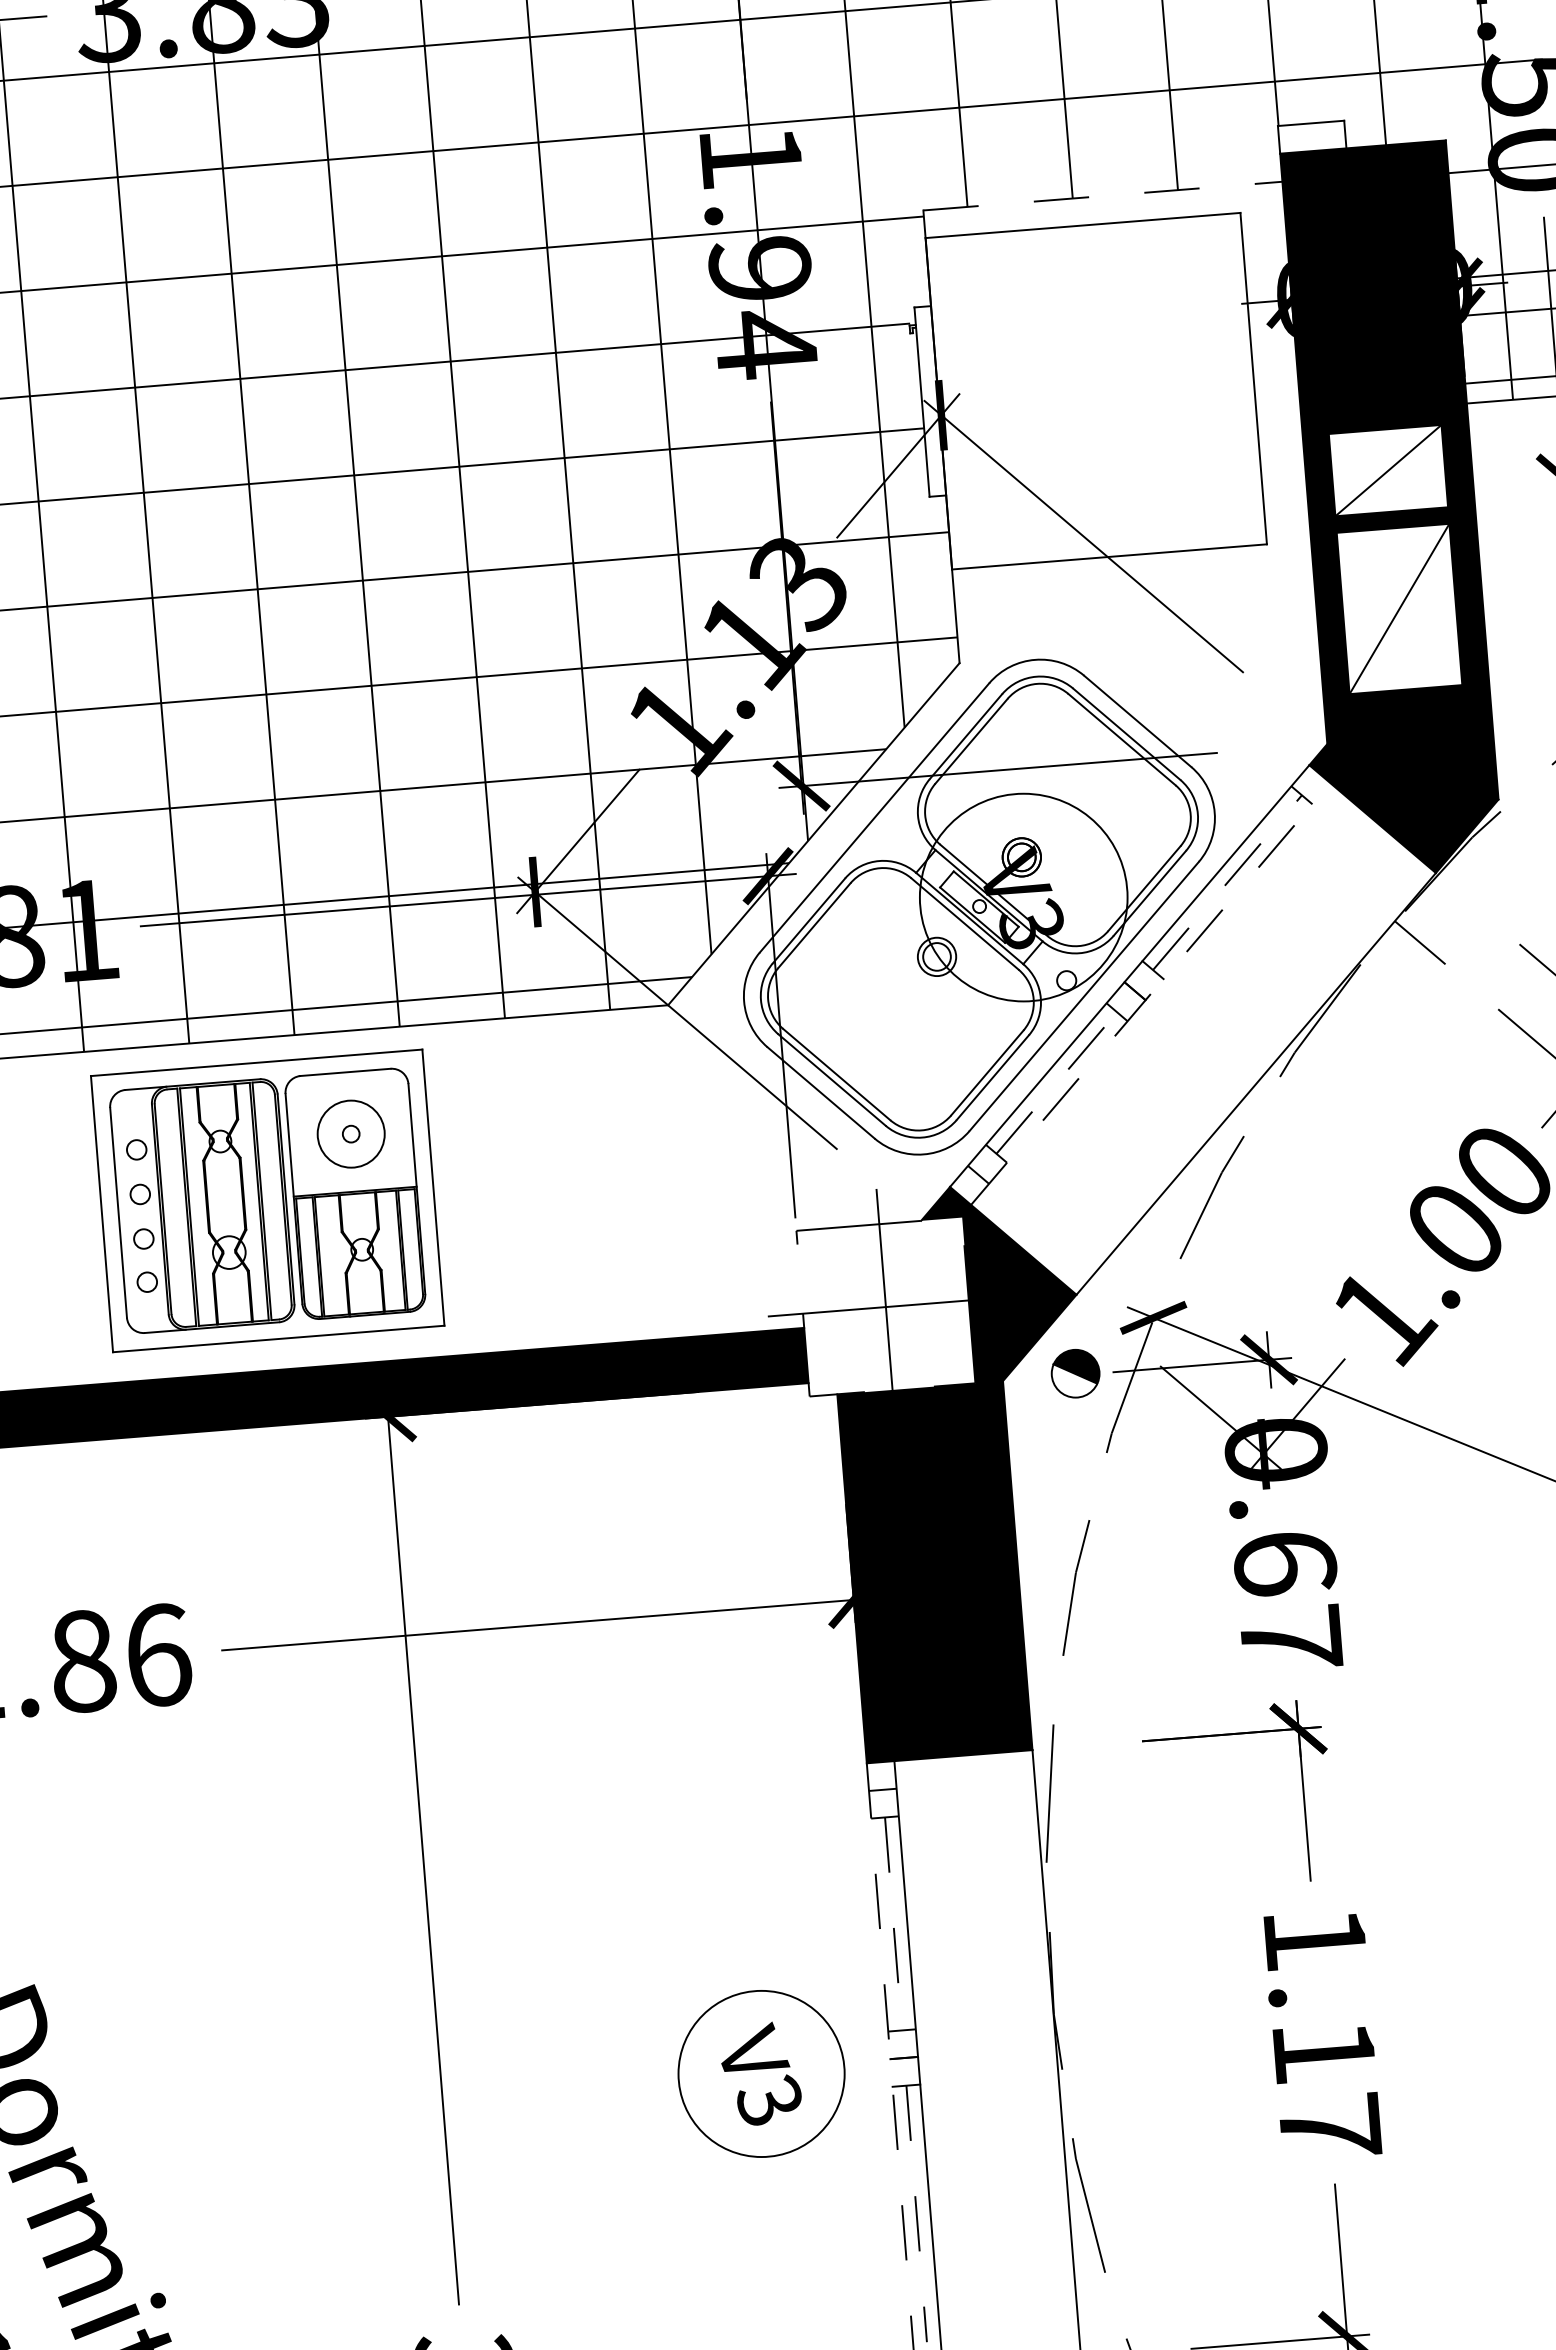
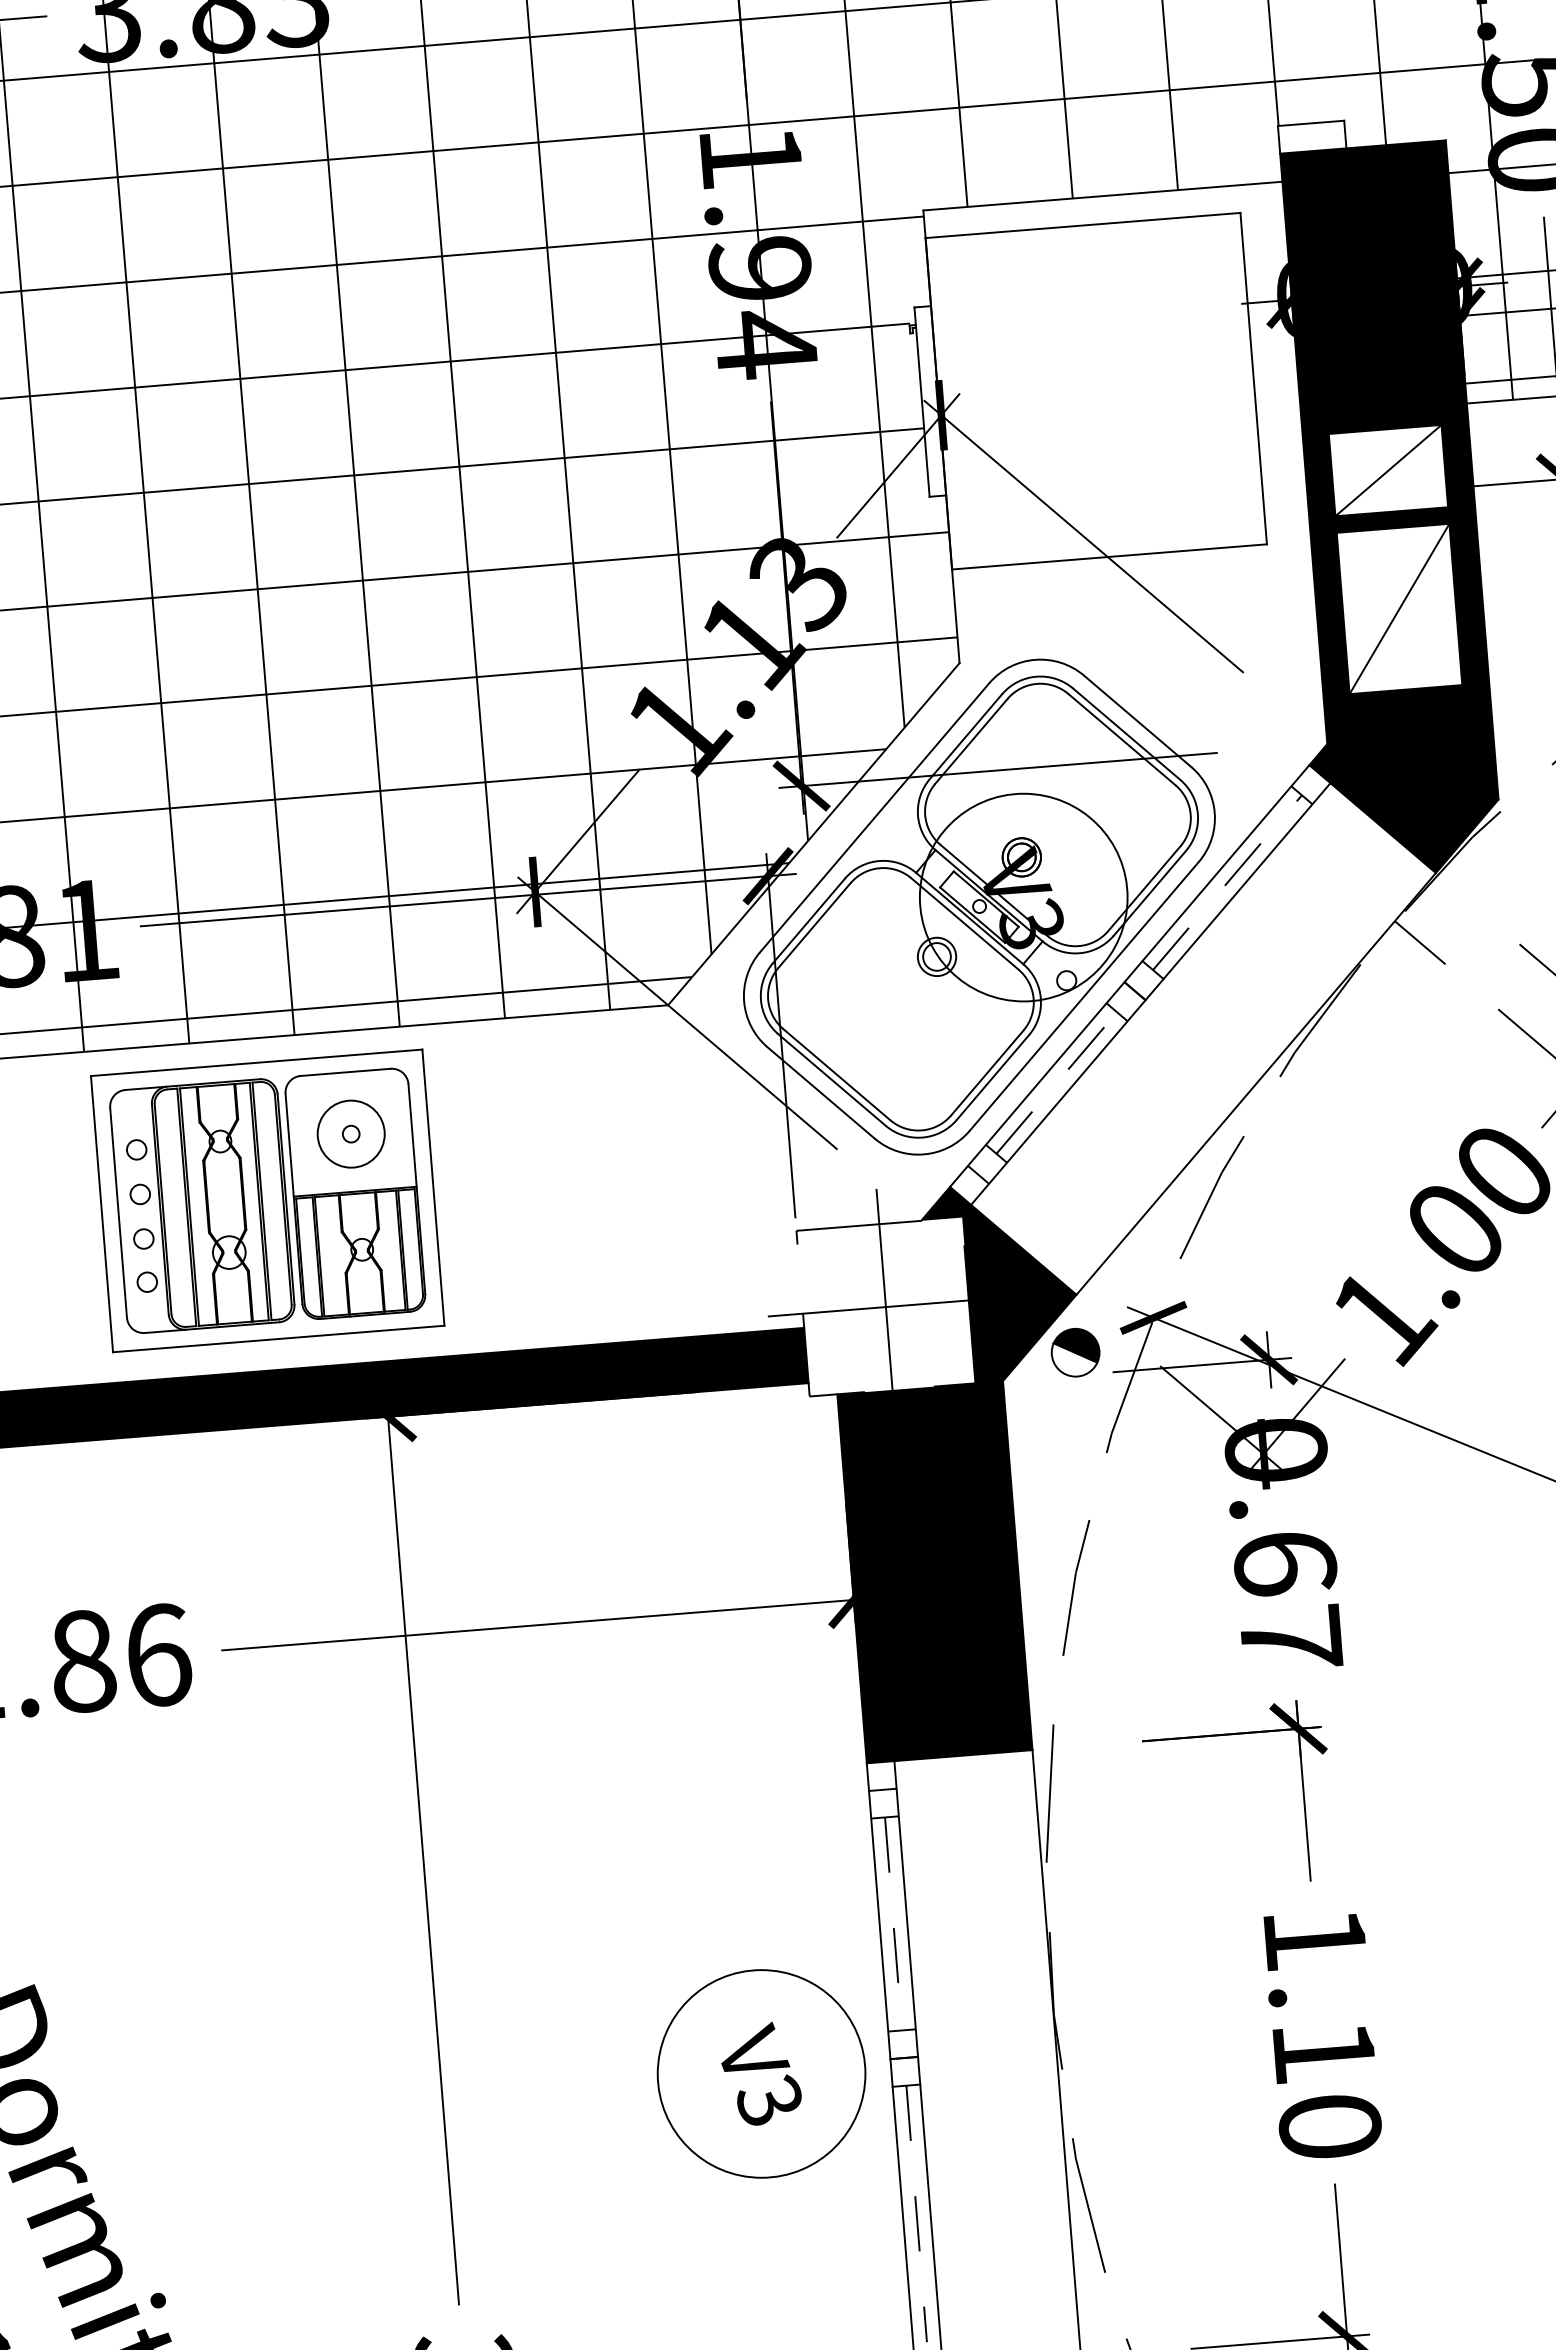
line at (1103, 196): dashed -> solid
line at (1512, 483): none -> present
line at (1151, 993): dashed -> solid
part at (1075, 1373) position: (1075, 1373) -> (1075, 1352)
line at (890, 2057): dashed -> solid
circle at (761, 2073) diameter: 166 px -> 208 px
text at (1330, 2124): 1.17 -> 1.10
